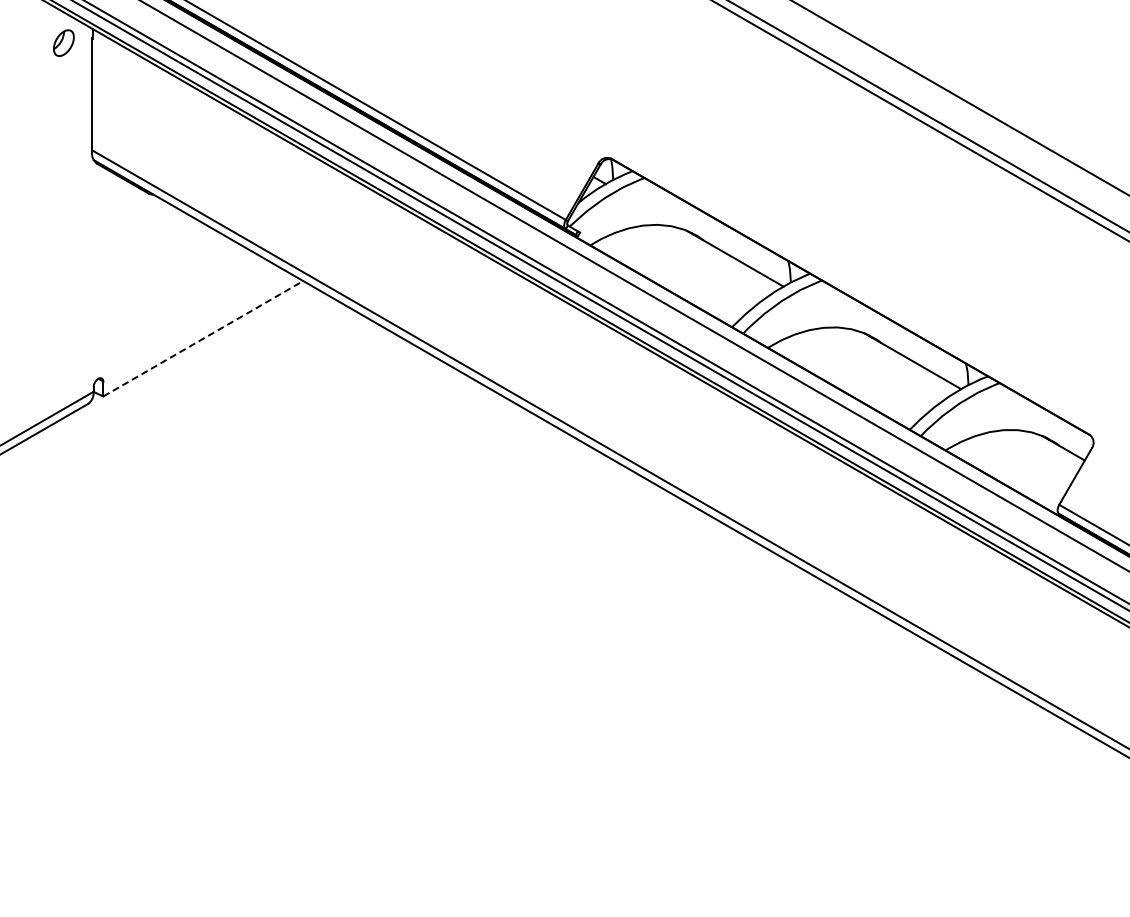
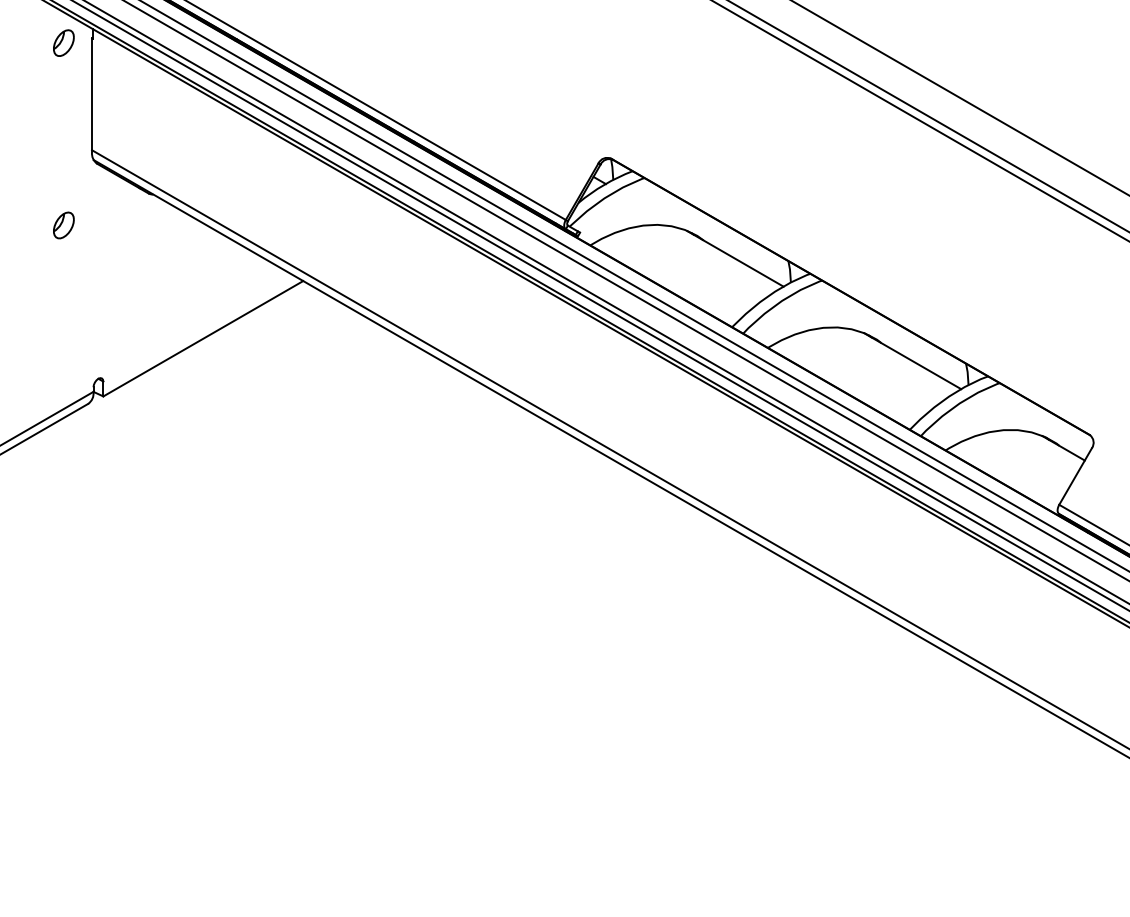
part at (63, 225): none -> present
line at (626, 290): none -> present
line at (203, 338): dashed -> solid
